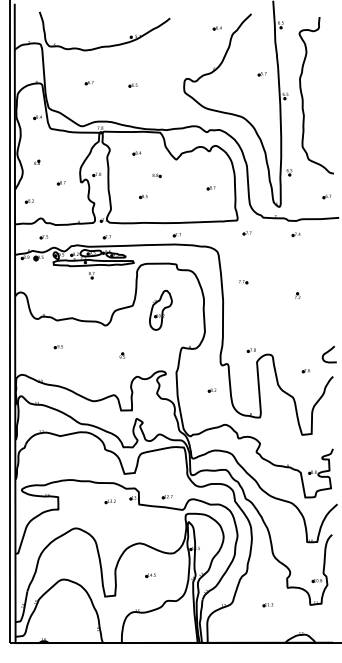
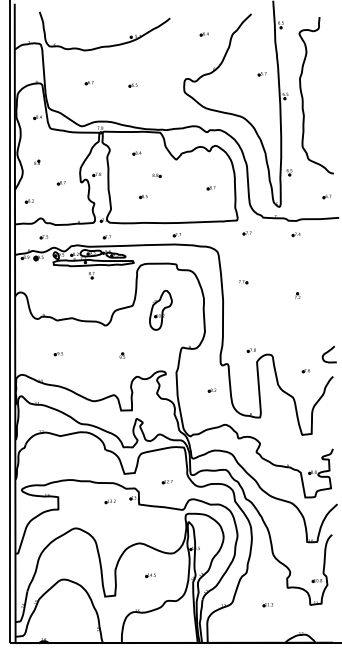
part at (216, 28) position: (216, 28) -> (203, 34)
part at (57, 347) position: (57, 347) -> (57, 354)
part at (166, 497) position: (166, 497) -> (166, 482)
